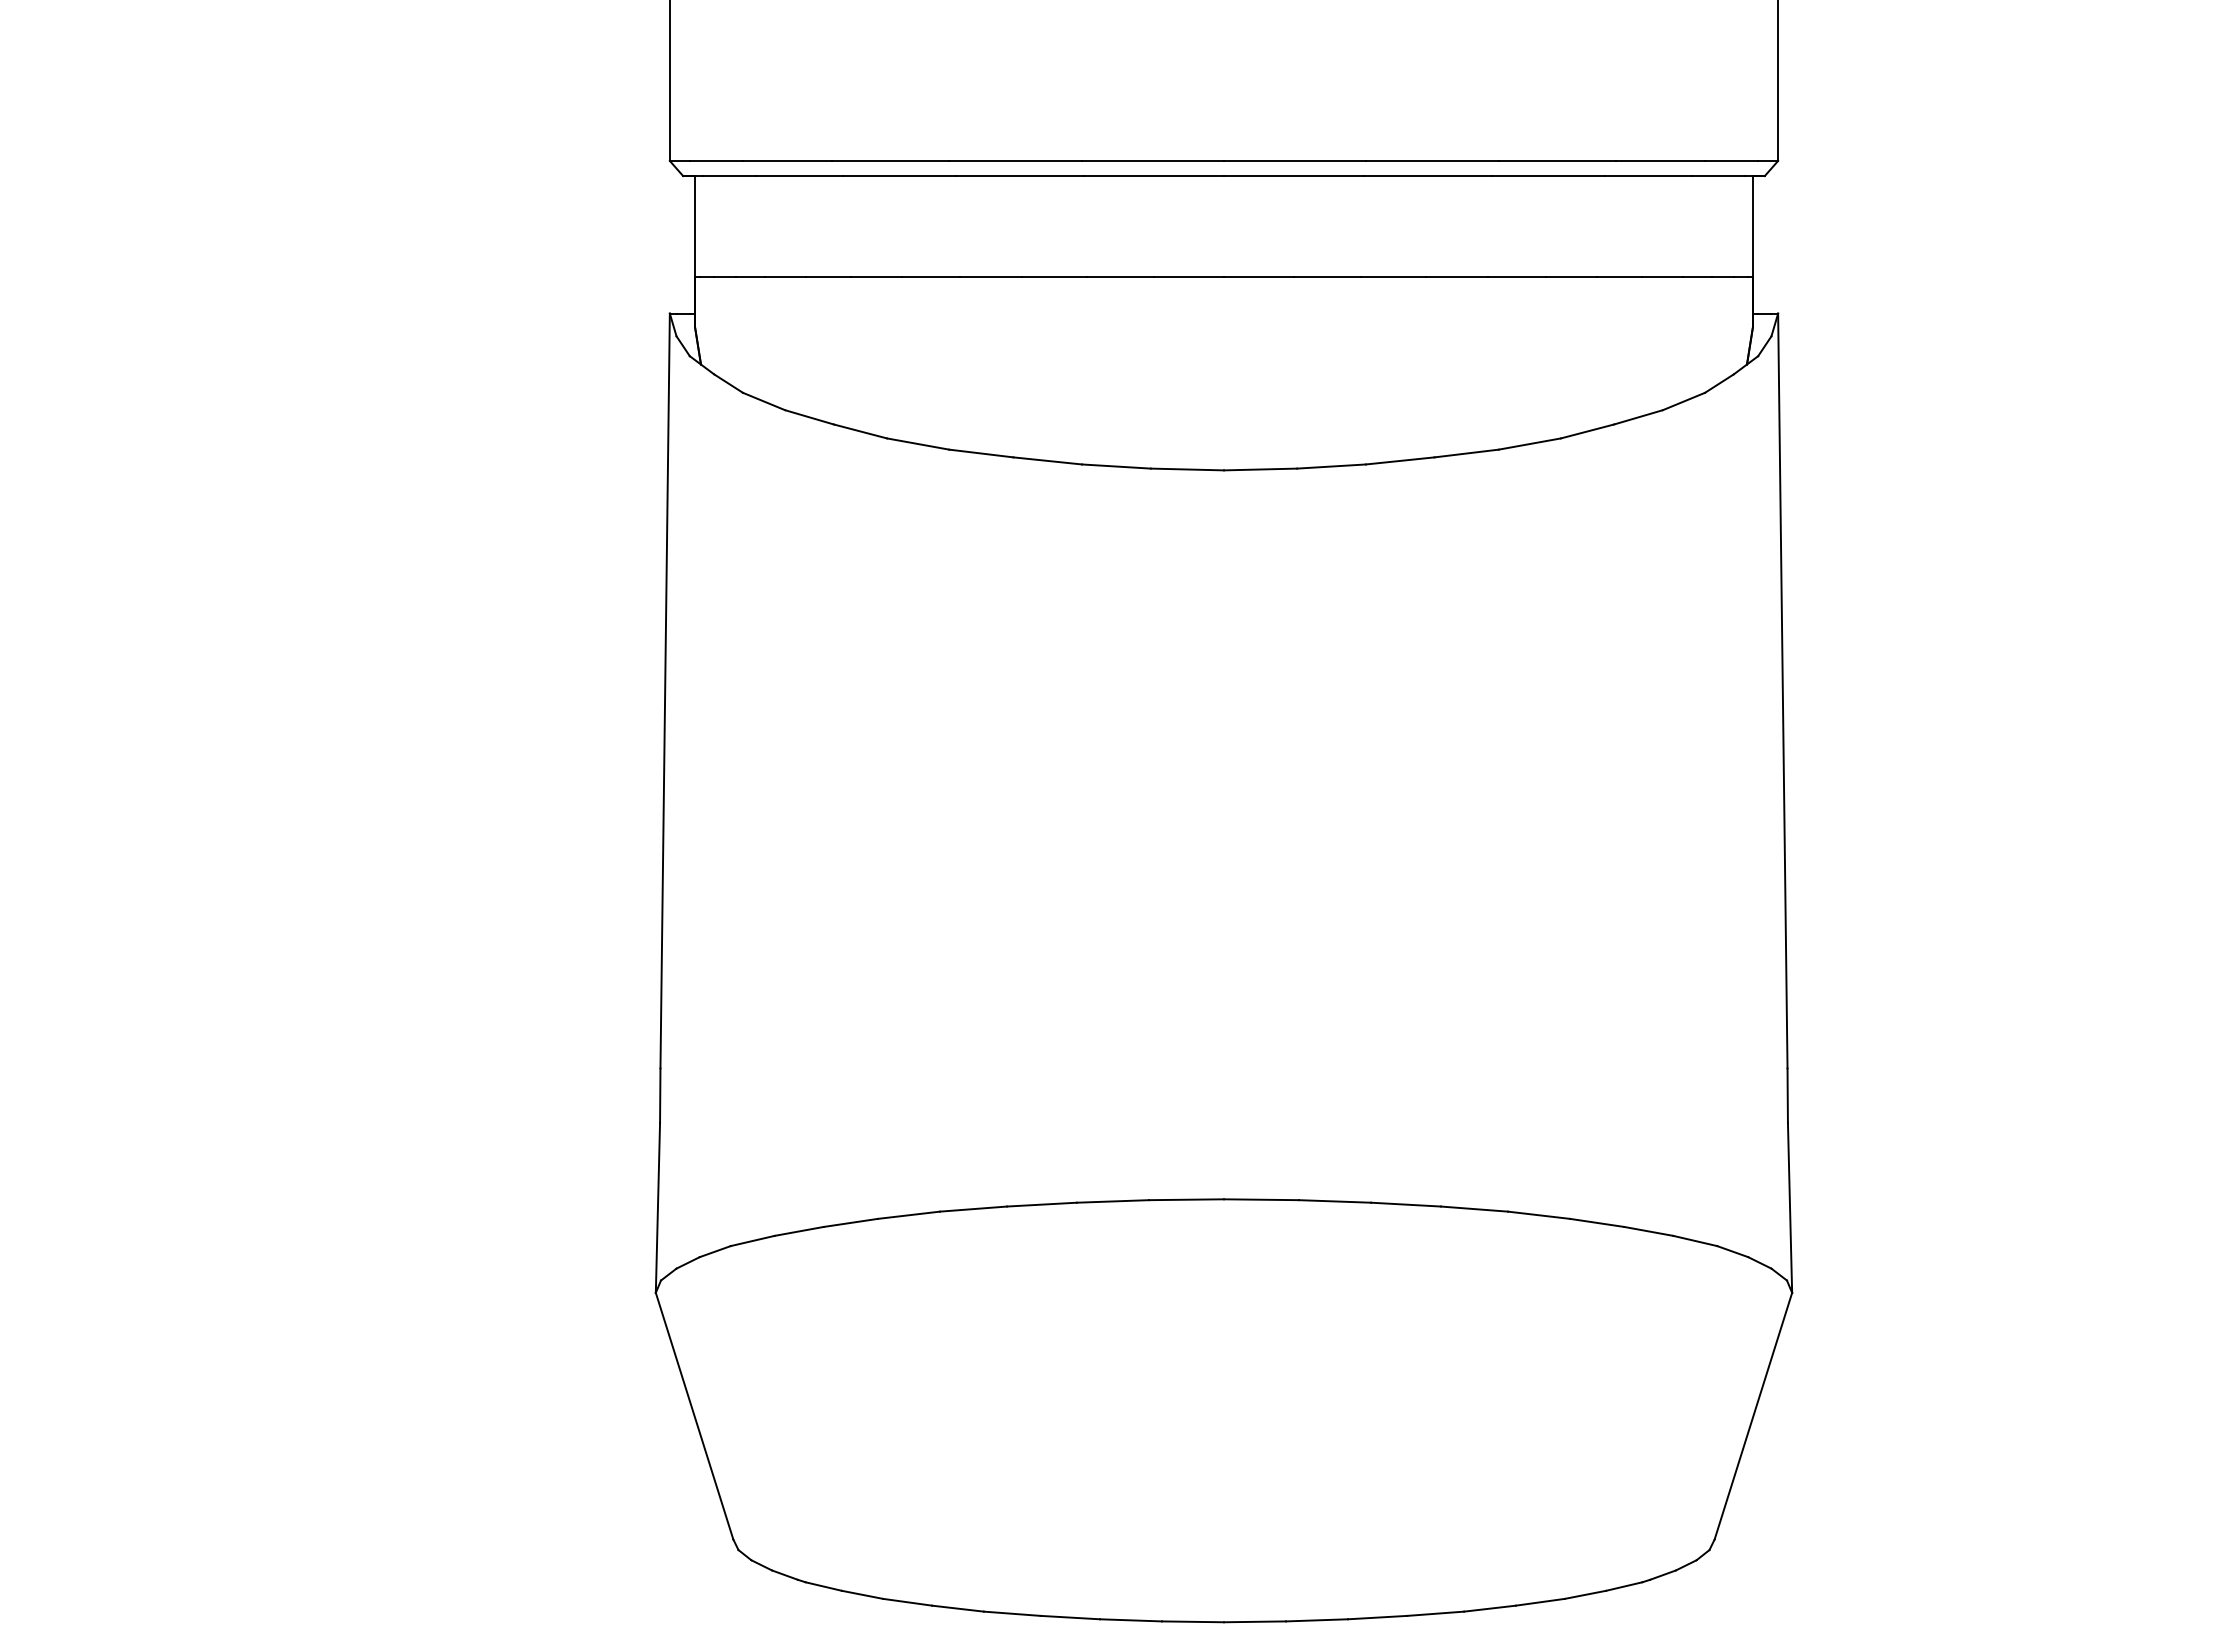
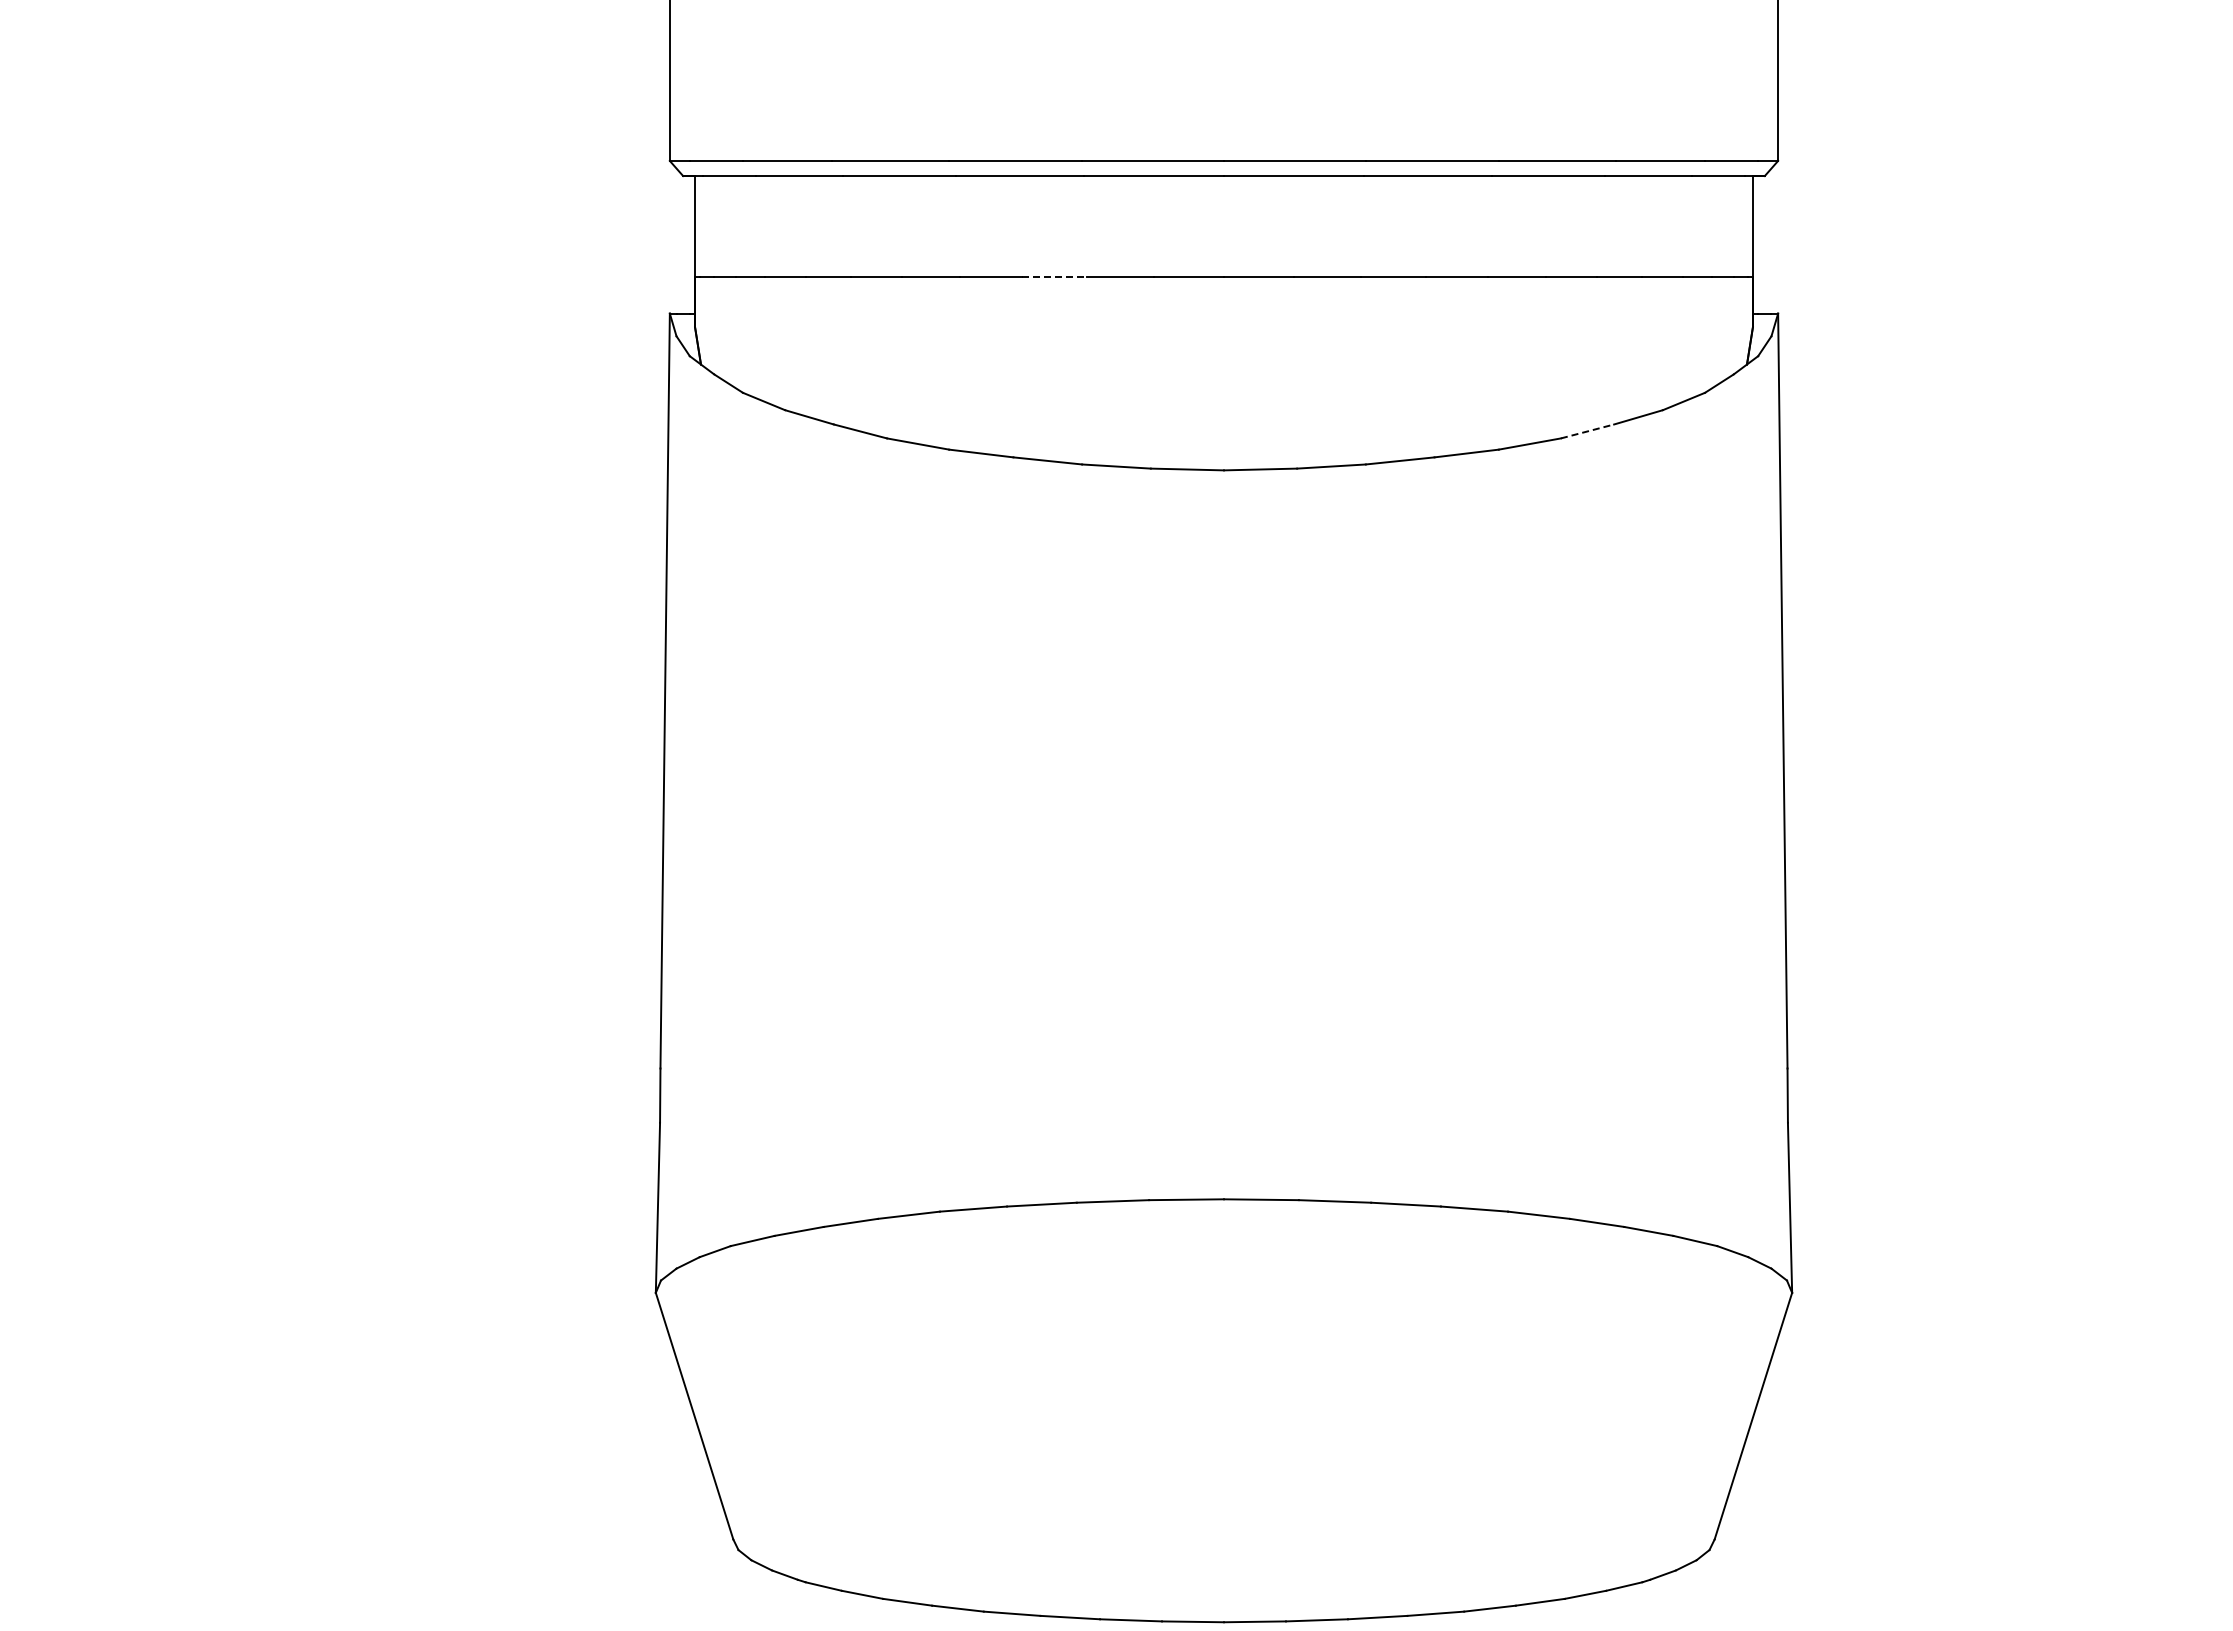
line at (1054, 276): solid -> dashed
line at (1588, 431): solid -> dashed
